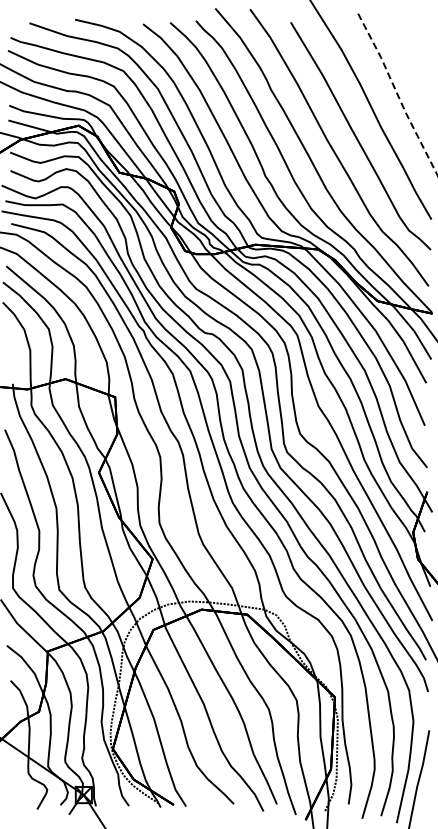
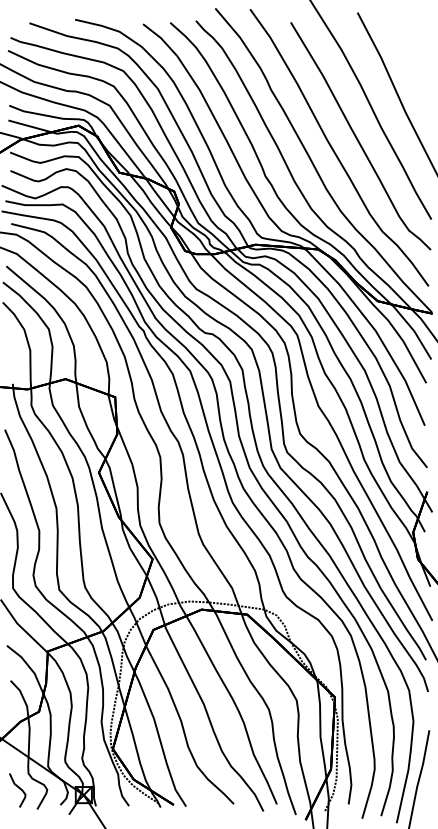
line at (397, 94): dashed -> solid
curve at (18, 788): none -> present
